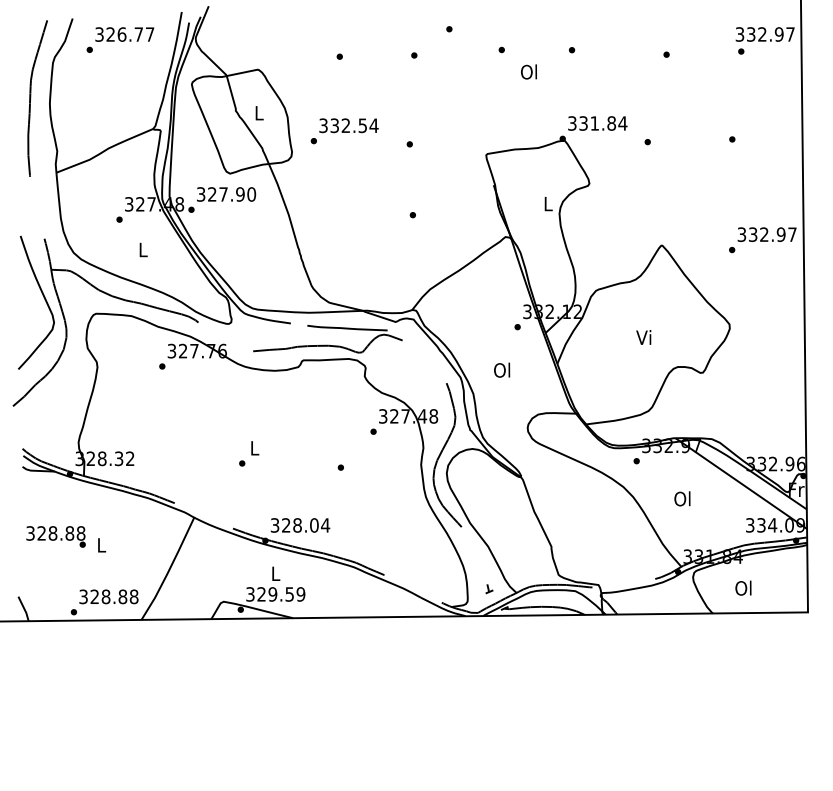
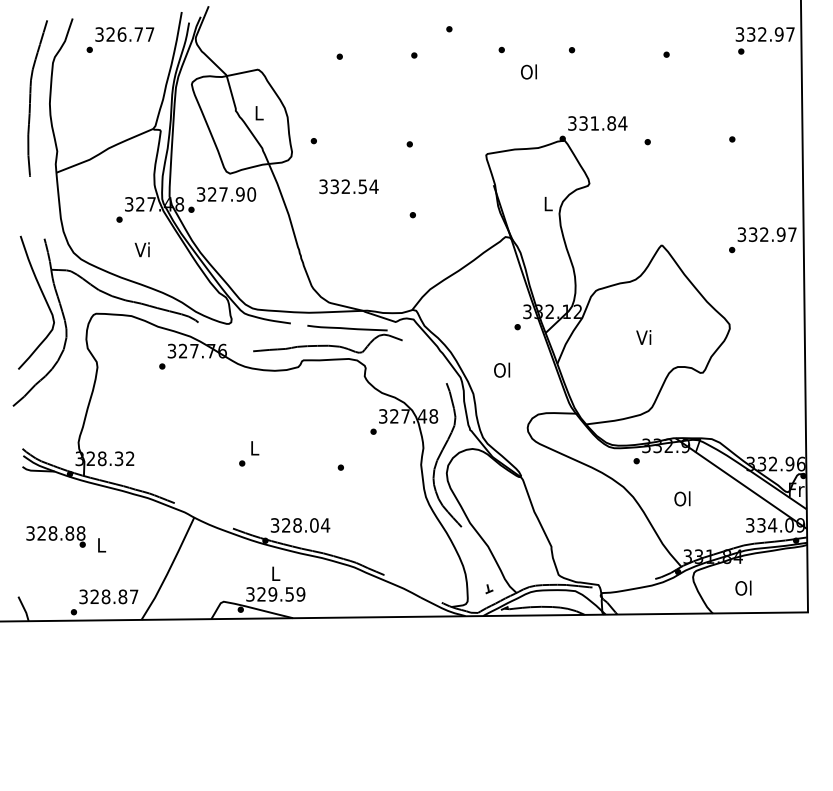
text at (348, 125) position: (348, 125) -> (348, 186)
text at (141, 249): L -> Vi
text at (133, 596): 328.88 -> 328.87
